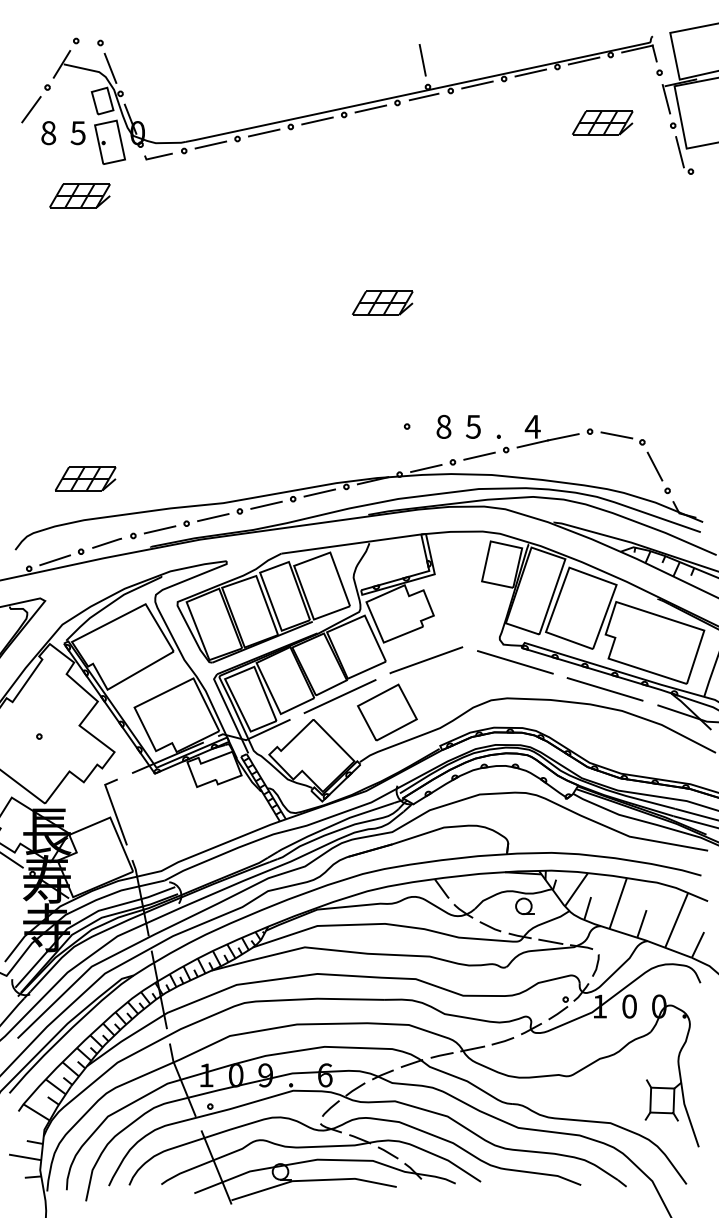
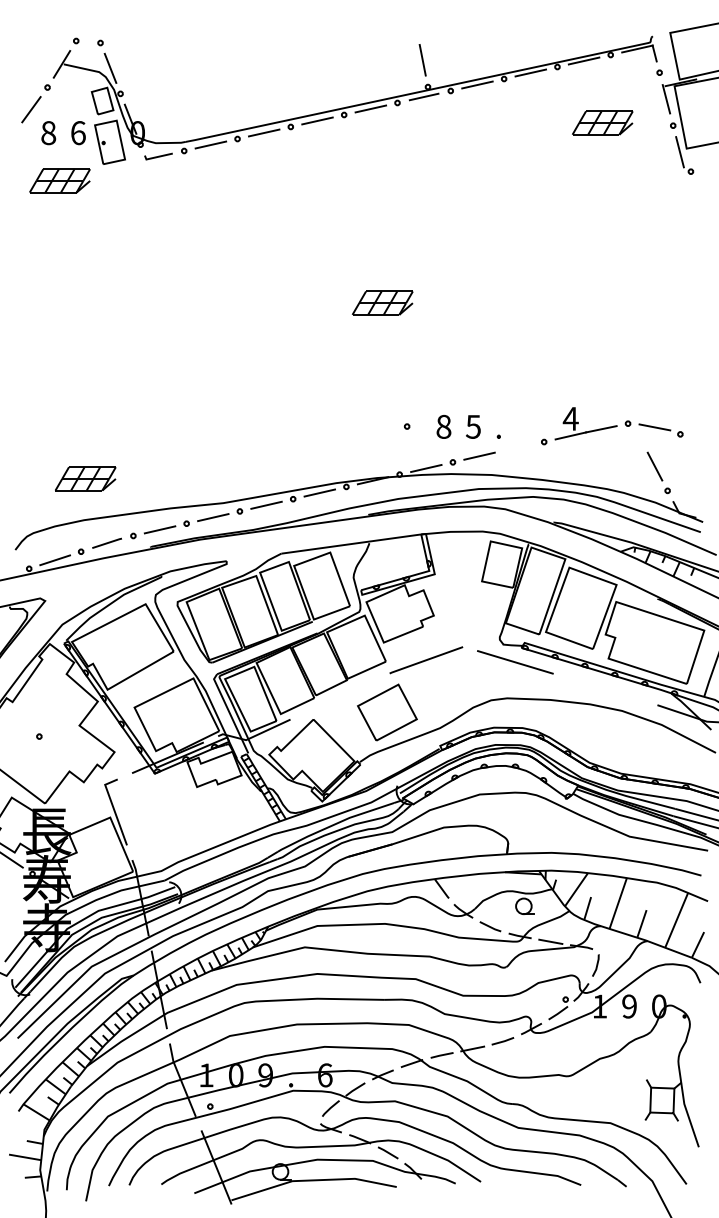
text at (77, 133): 5 -> 6
part at (79, 195) position: (79, 195) -> (59, 180)
part at (574, 434) position: (574, 434) -> (612, 426)
line at (604, 689): present -> none
line at (339, 696): present -> none
text at (629, 1006): 0 -> 9
